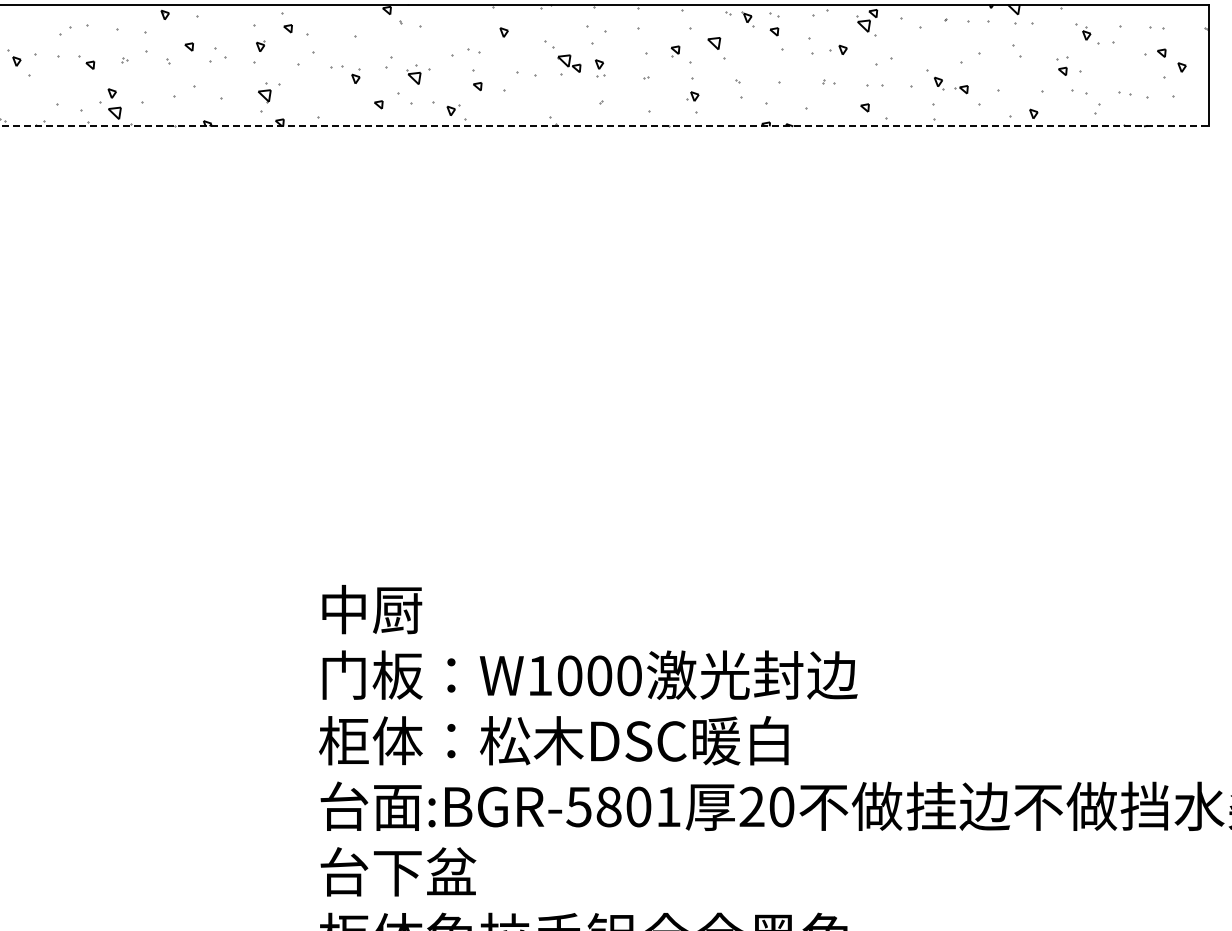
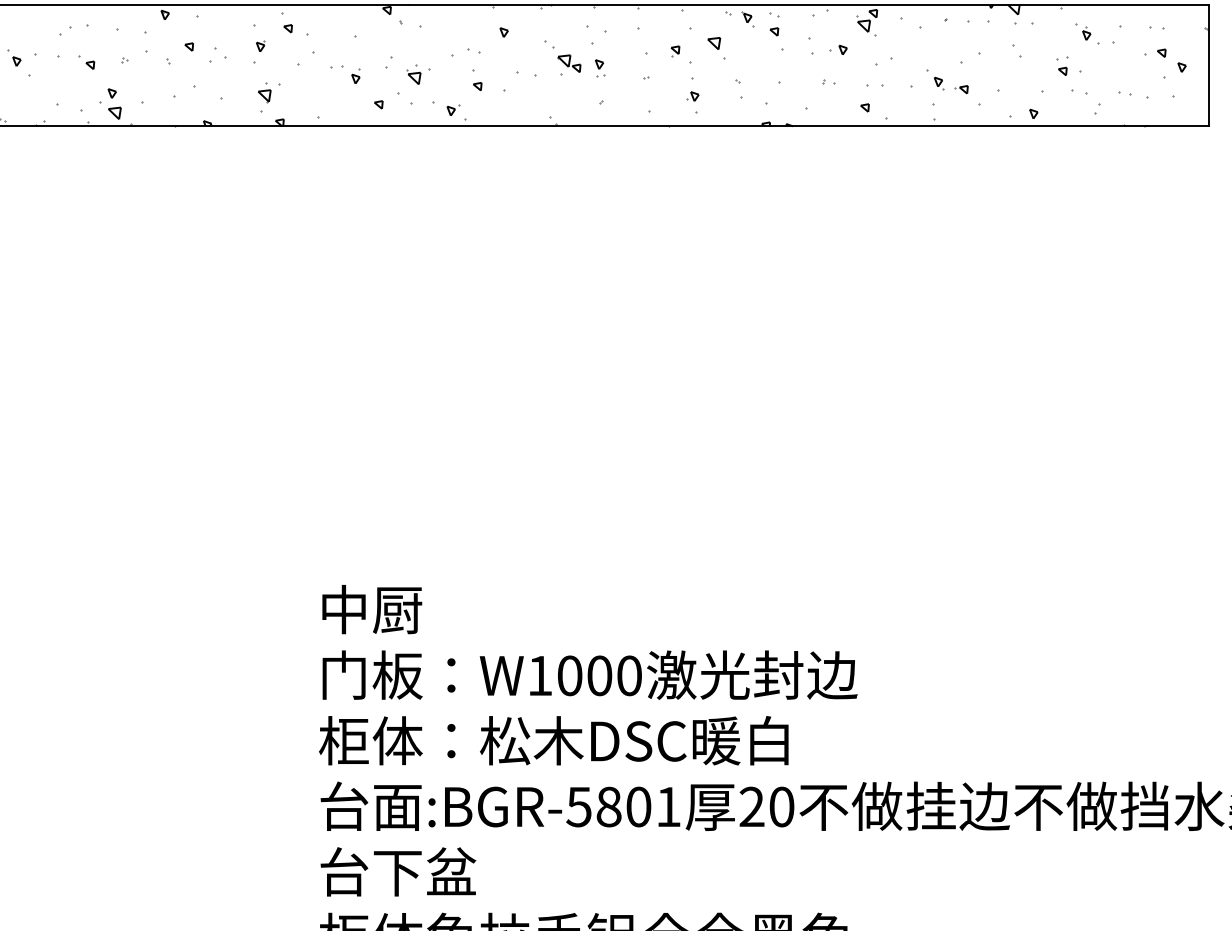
line at (605, 126): dashed -> solid
